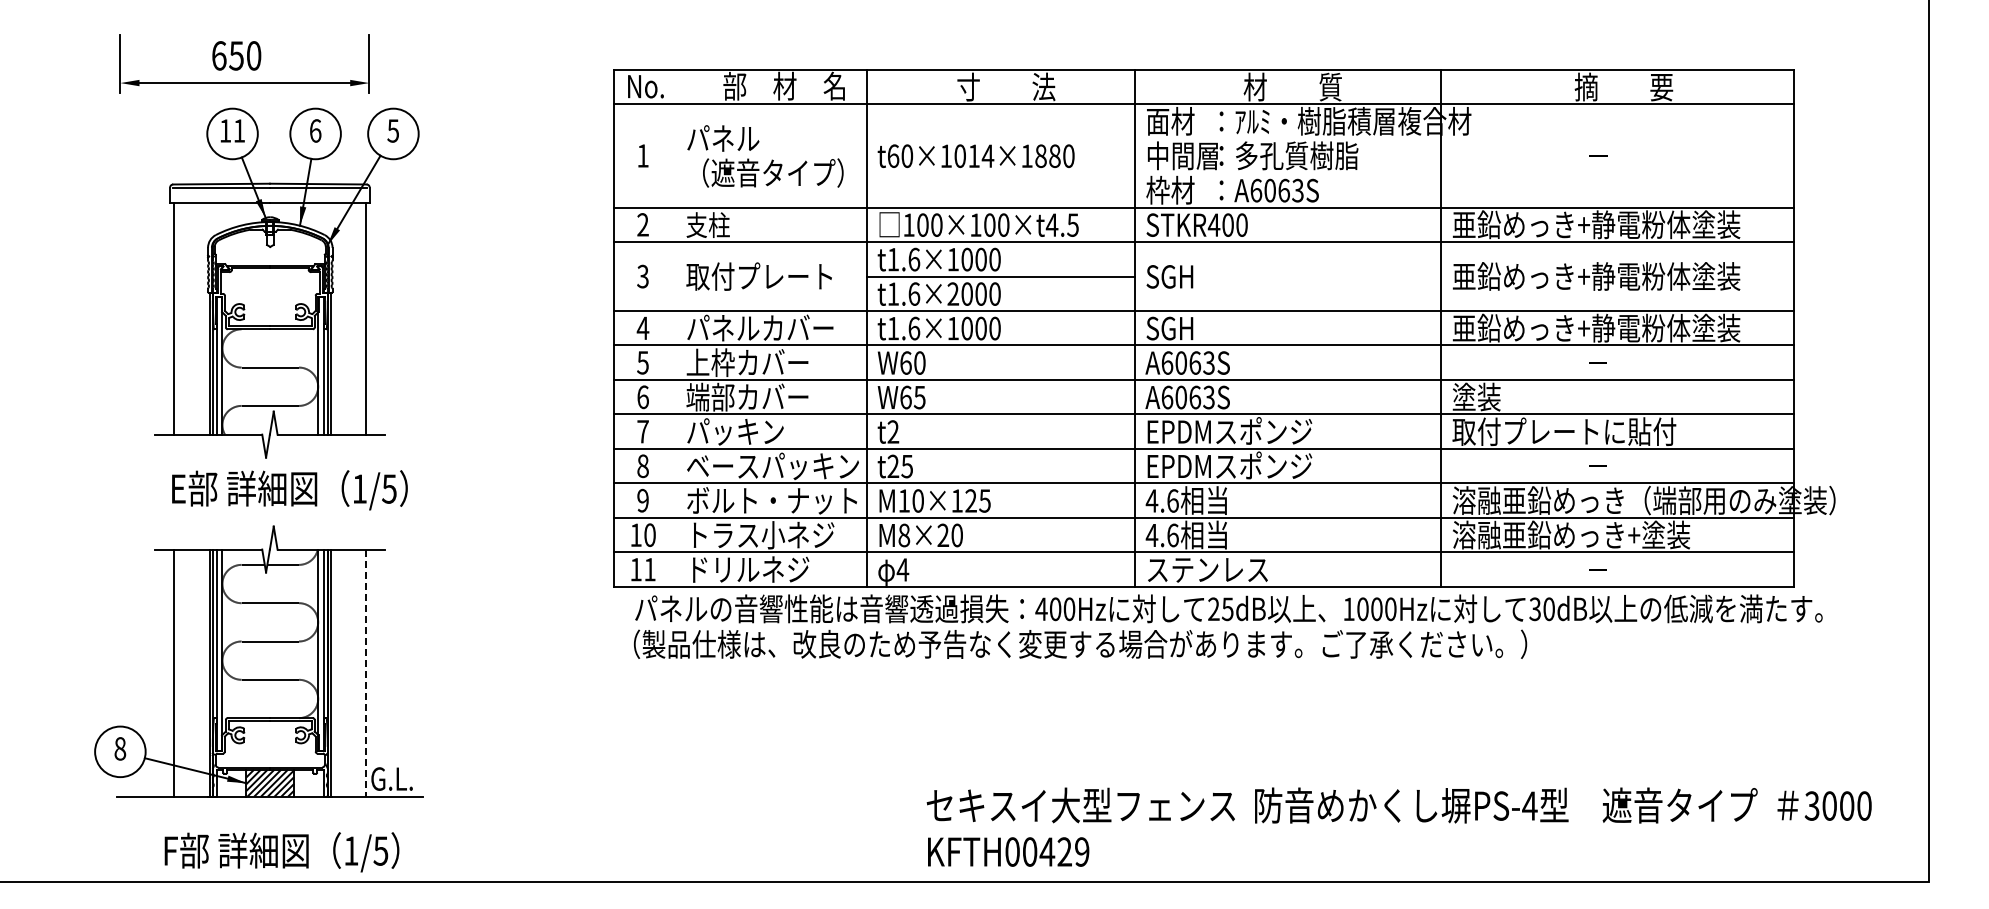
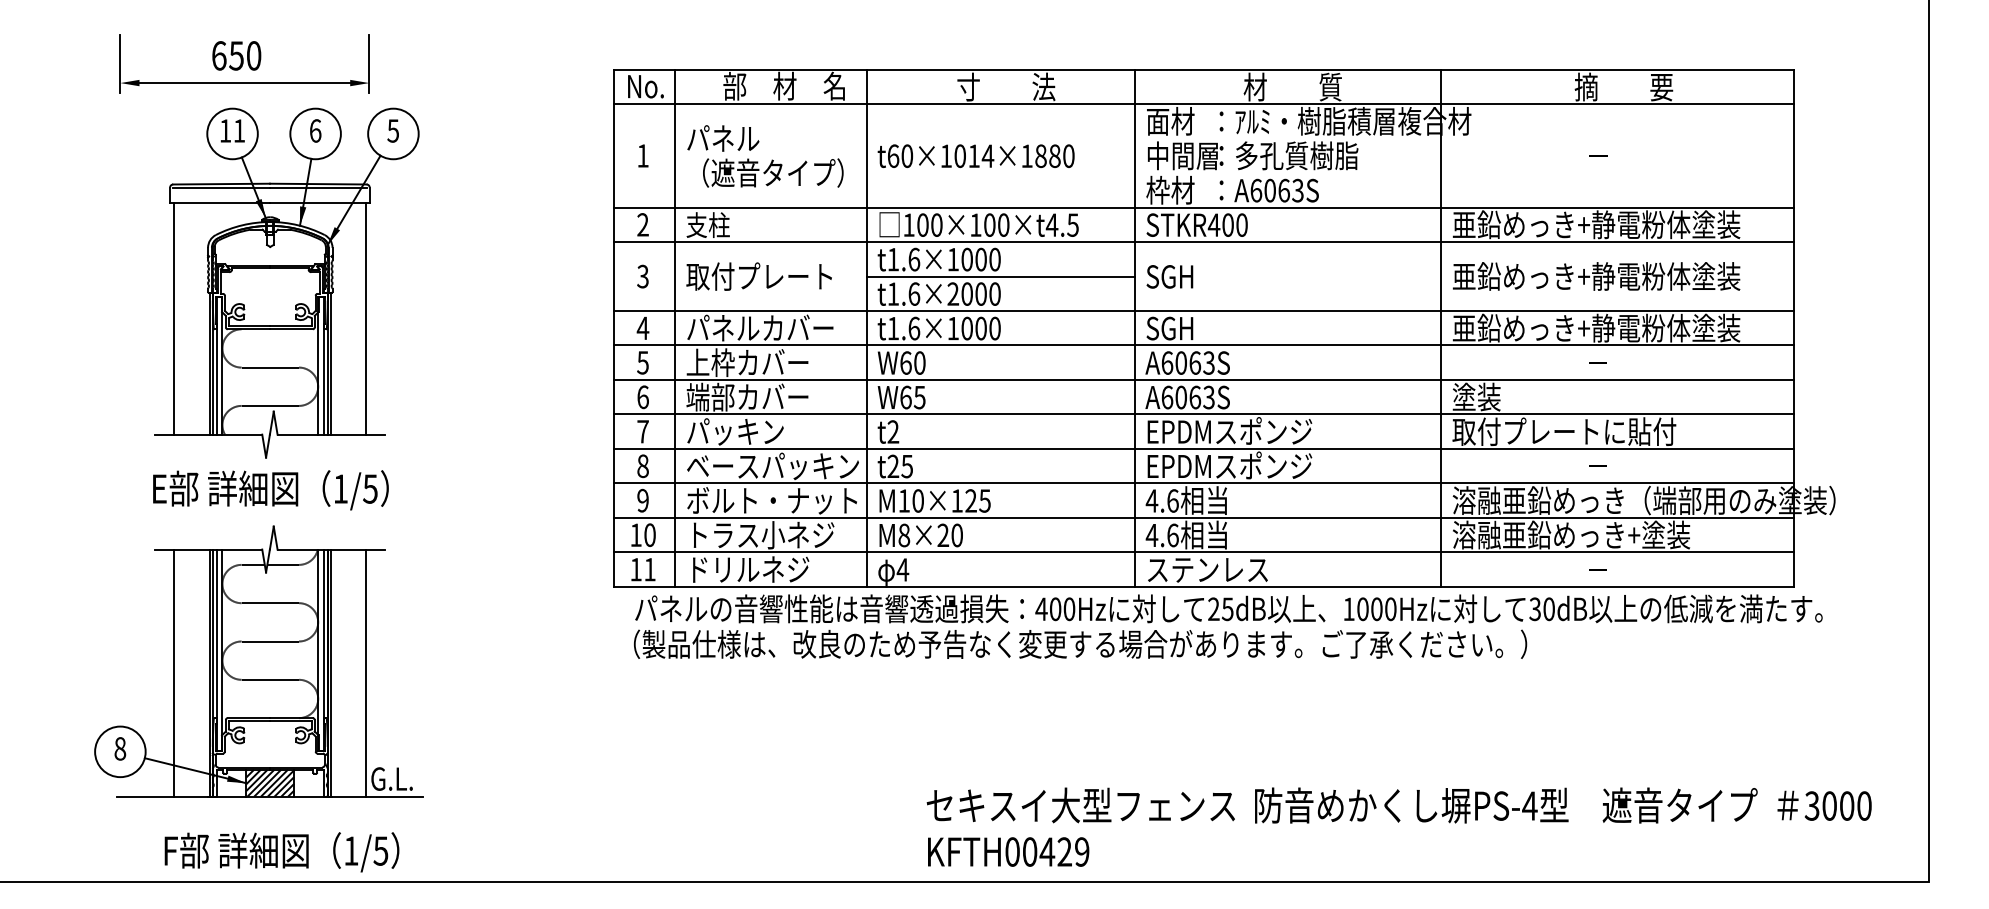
line at (675, 327): none -> present
text at (289, 490) position: (289, 490) -> (270, 490)
line at (365, 673): dashed -> solid
